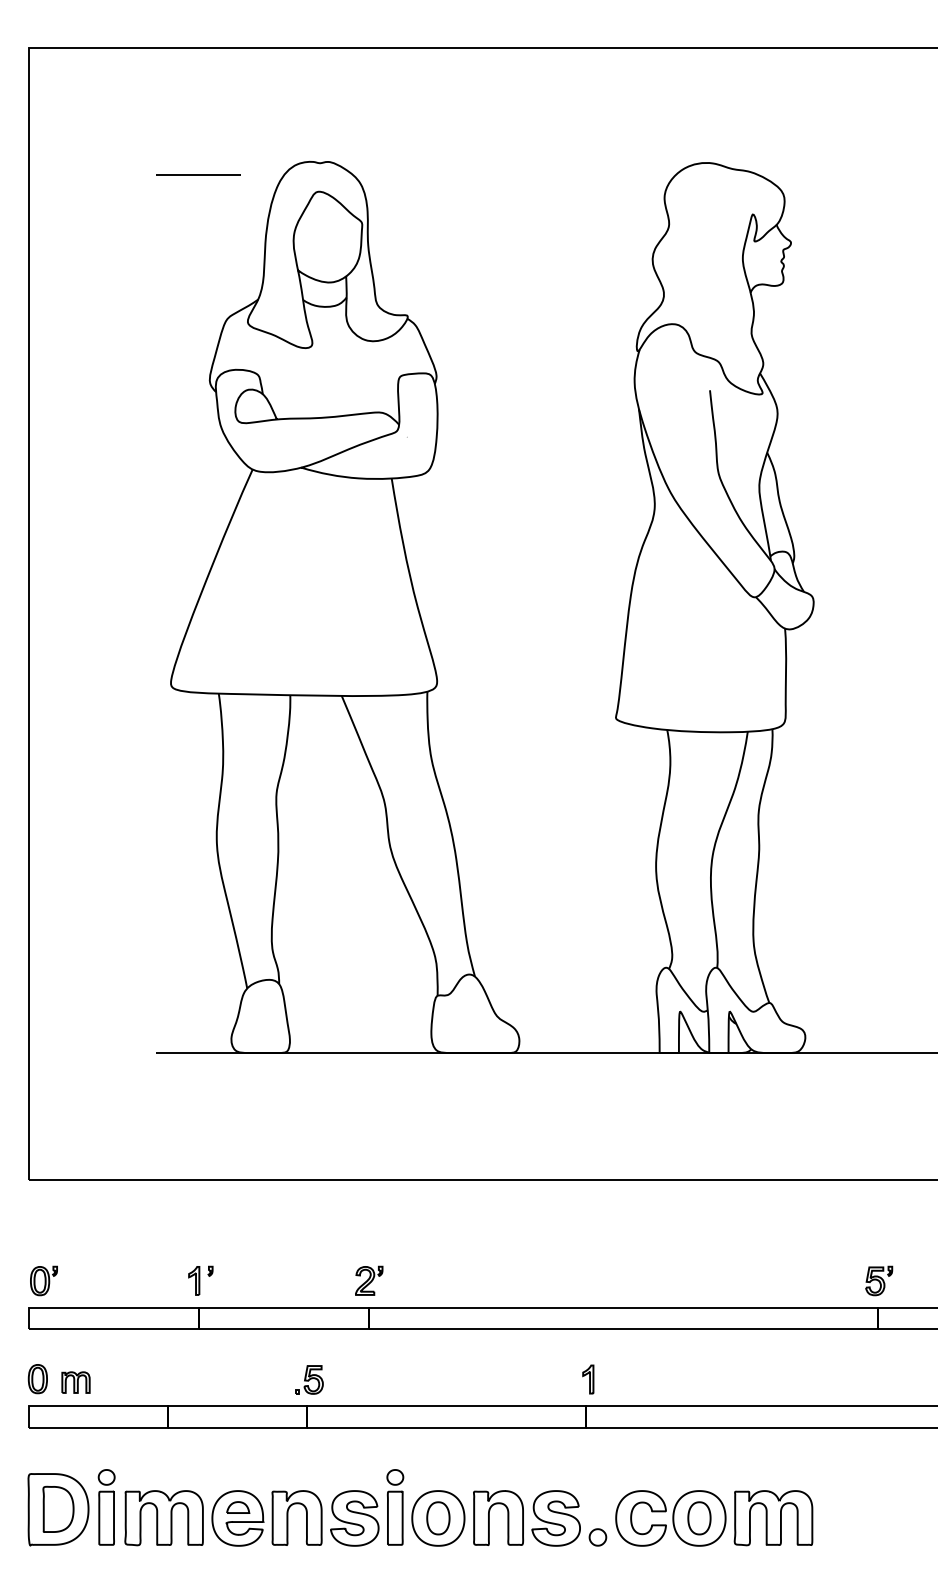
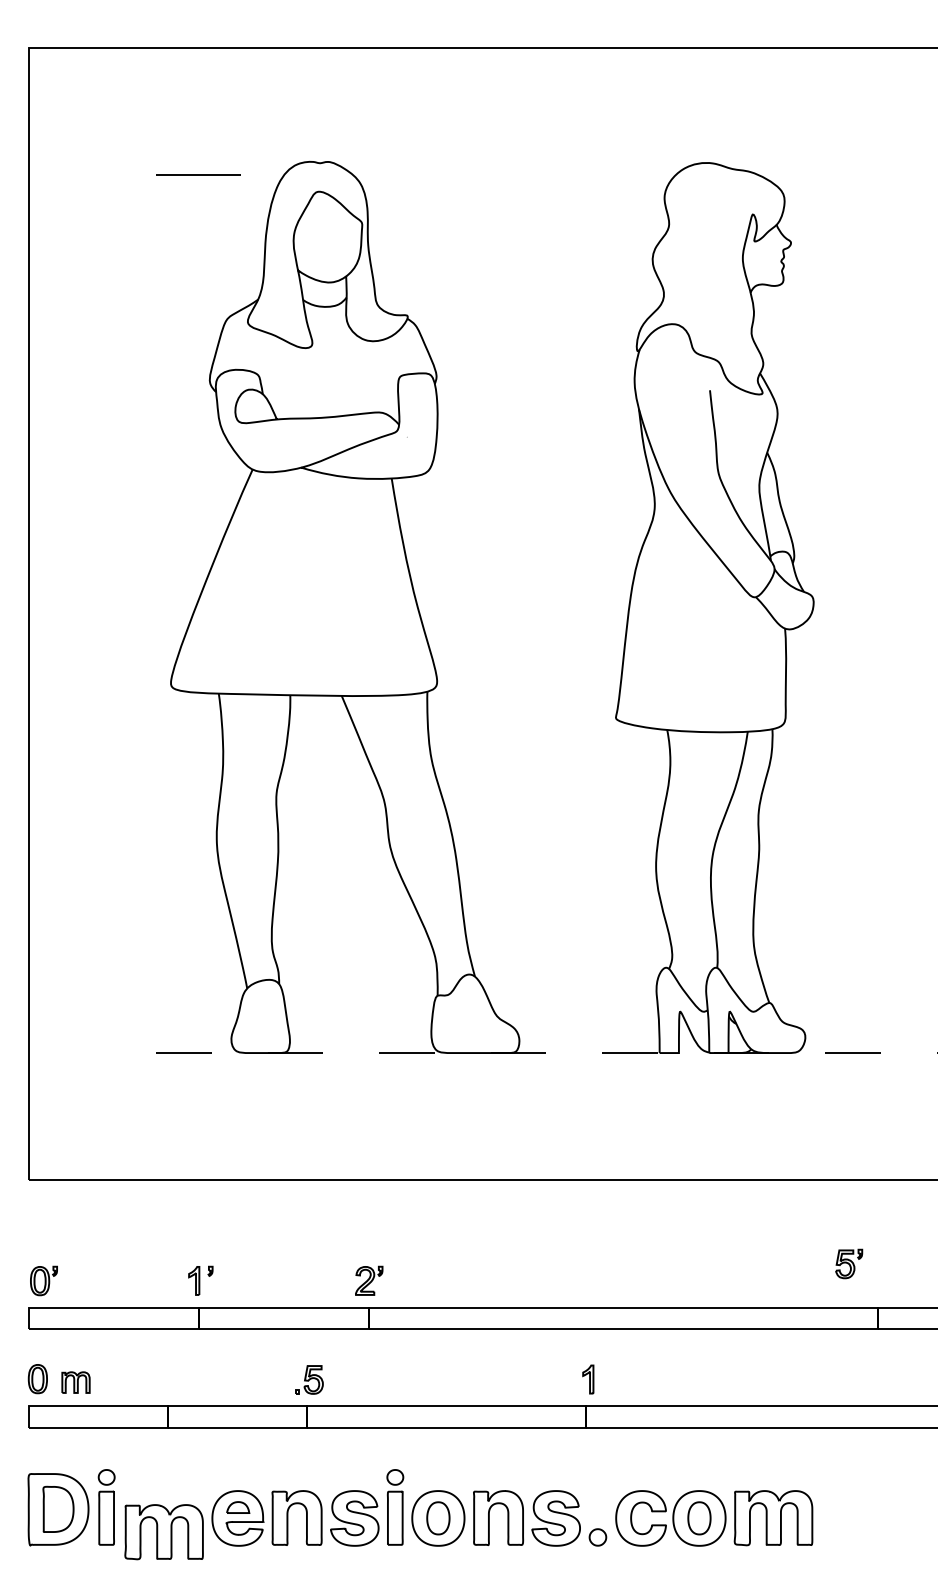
line at (546, 1053): solid -> dashed
part at (879, 1280) position: (879, 1280) -> (849, 1263)
part at (163, 1518) position: (163, 1518) -> (163, 1532)
